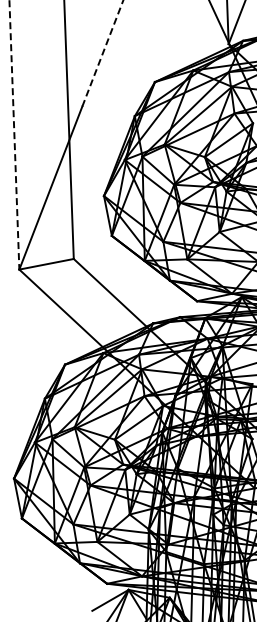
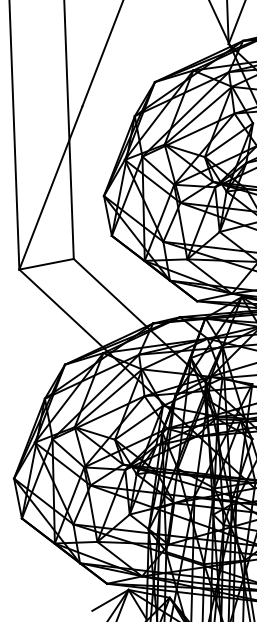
line at (102, 53): dashed -> solid
line at (14, 134): dashed -> solid
